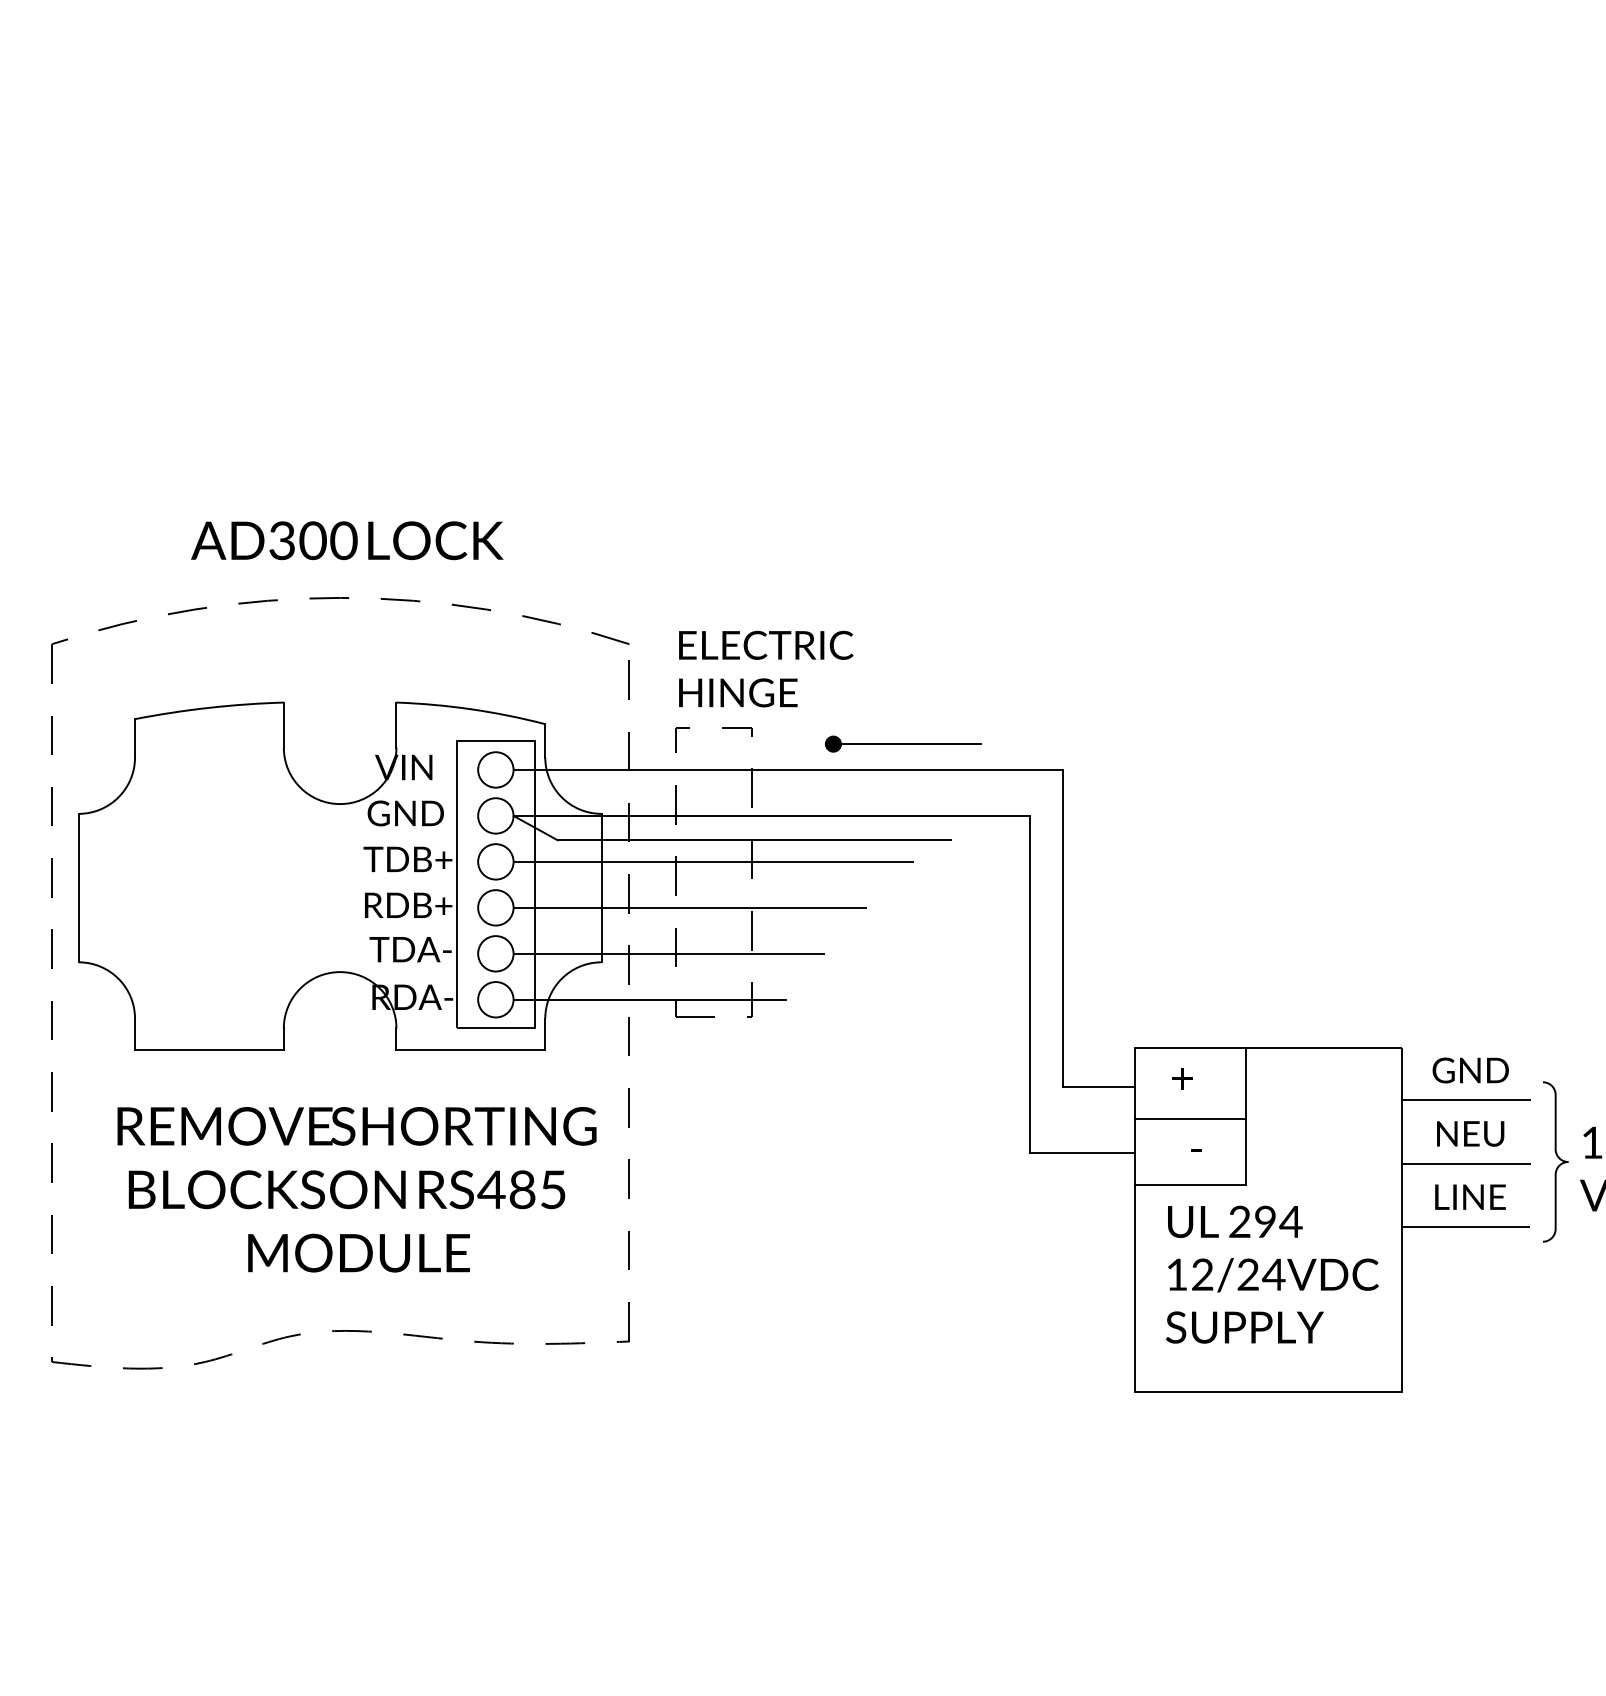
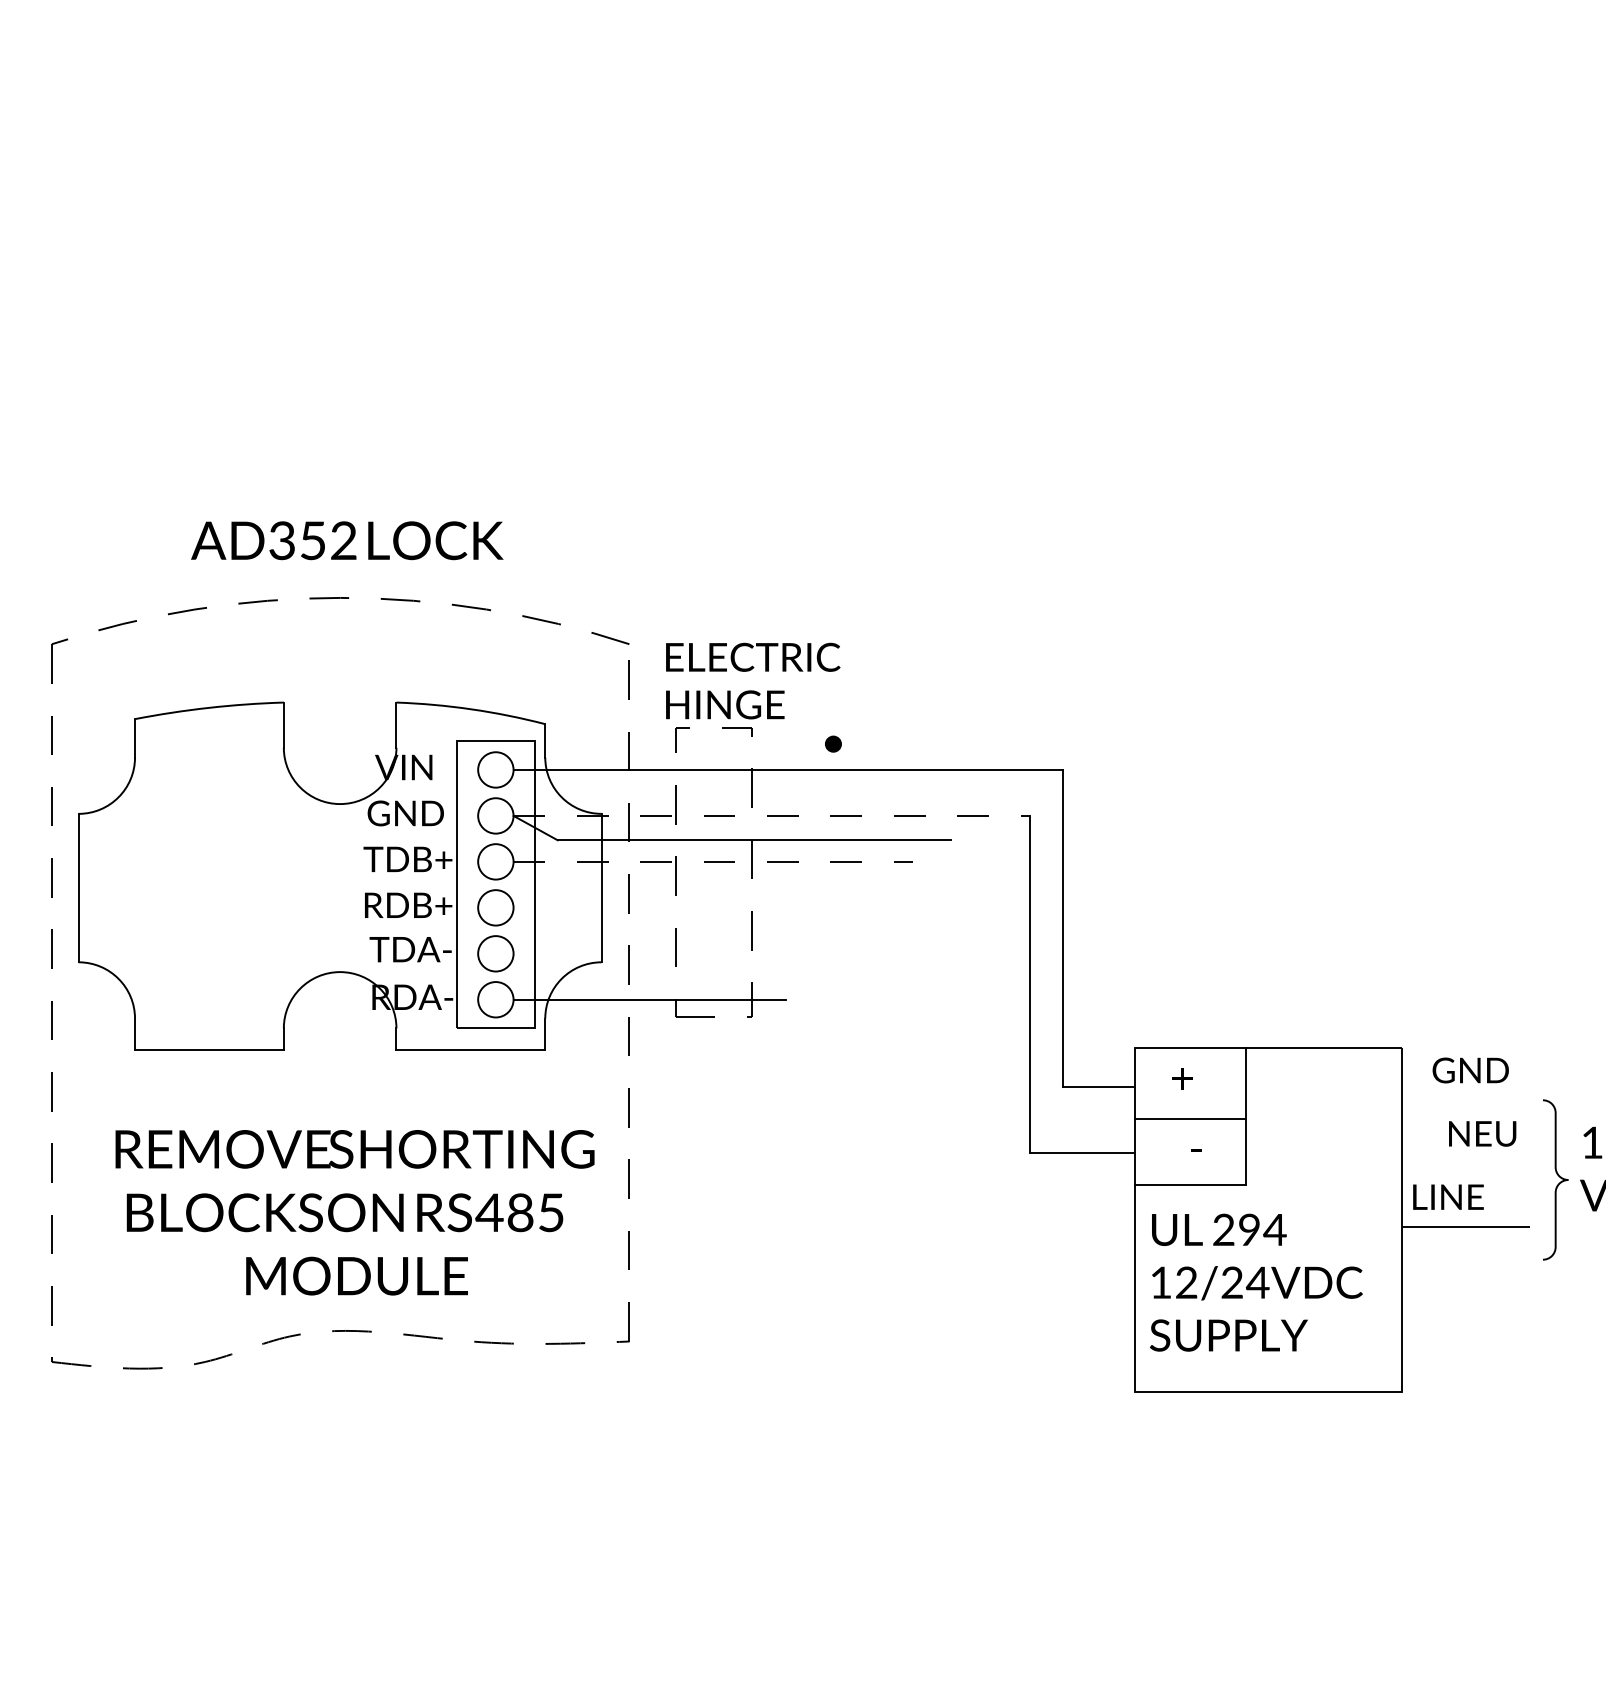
text at (328, 540): AD300 -> AD352
text at (766, 668) position: (766, 668) -> (753, 680)
line at (907, 744): present -> none
line at (772, 815): solid -> dashed
line at (713, 861): solid -> dashed
line at (689, 907): present -> none
line at (668, 953): present -> none
line at (1466, 1100): present -> none
text at (1470, 1133) position: (1470, 1133) -> (1482, 1133)
curve at (1558, 1158) position: (1558, 1158) -> (1558, 1176)
line at (1466, 1163): present -> none
text at (356, 1189) position: (356, 1189) -> (354, 1212)
text at (1470, 1196) position: (1470, 1196) -> (1448, 1196)
text at (1272, 1274) position: (1272, 1274) -> (1256, 1282)
